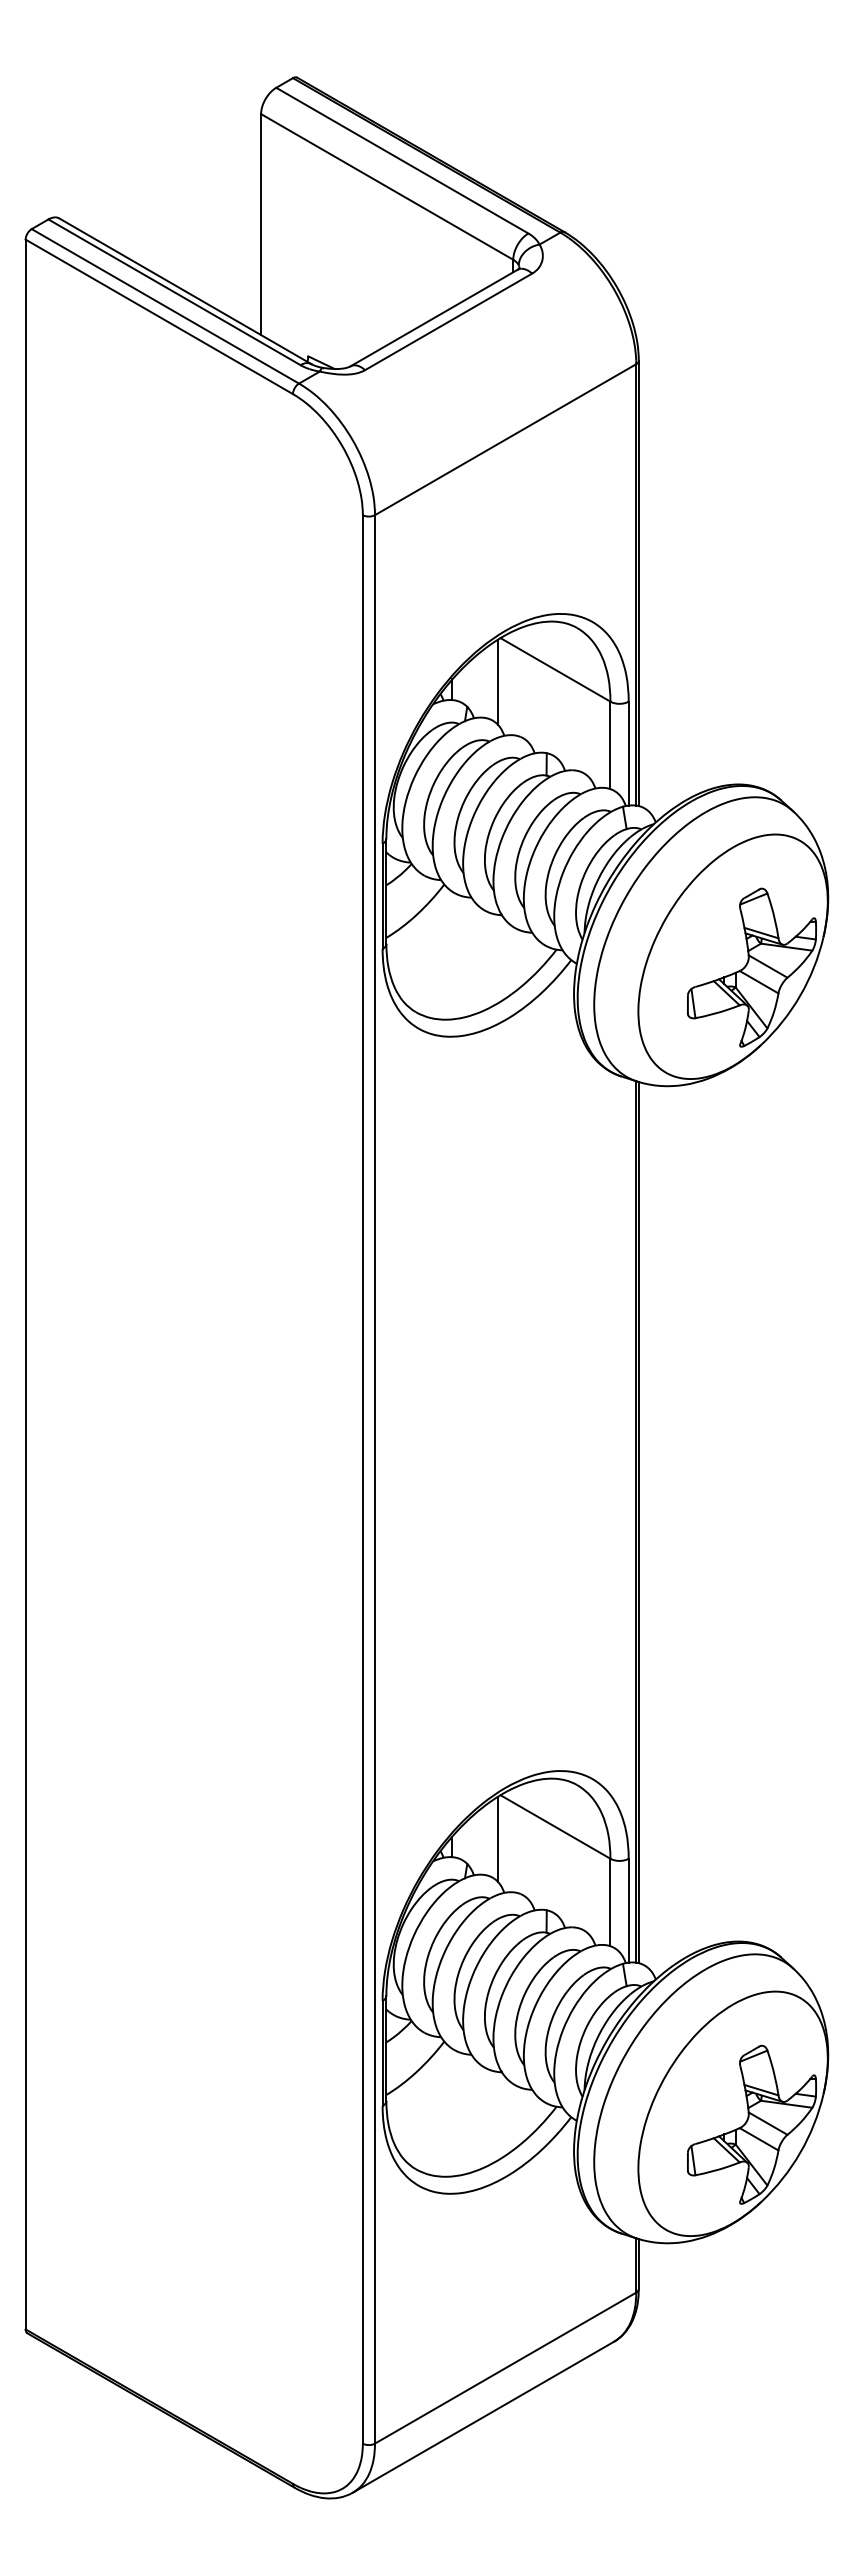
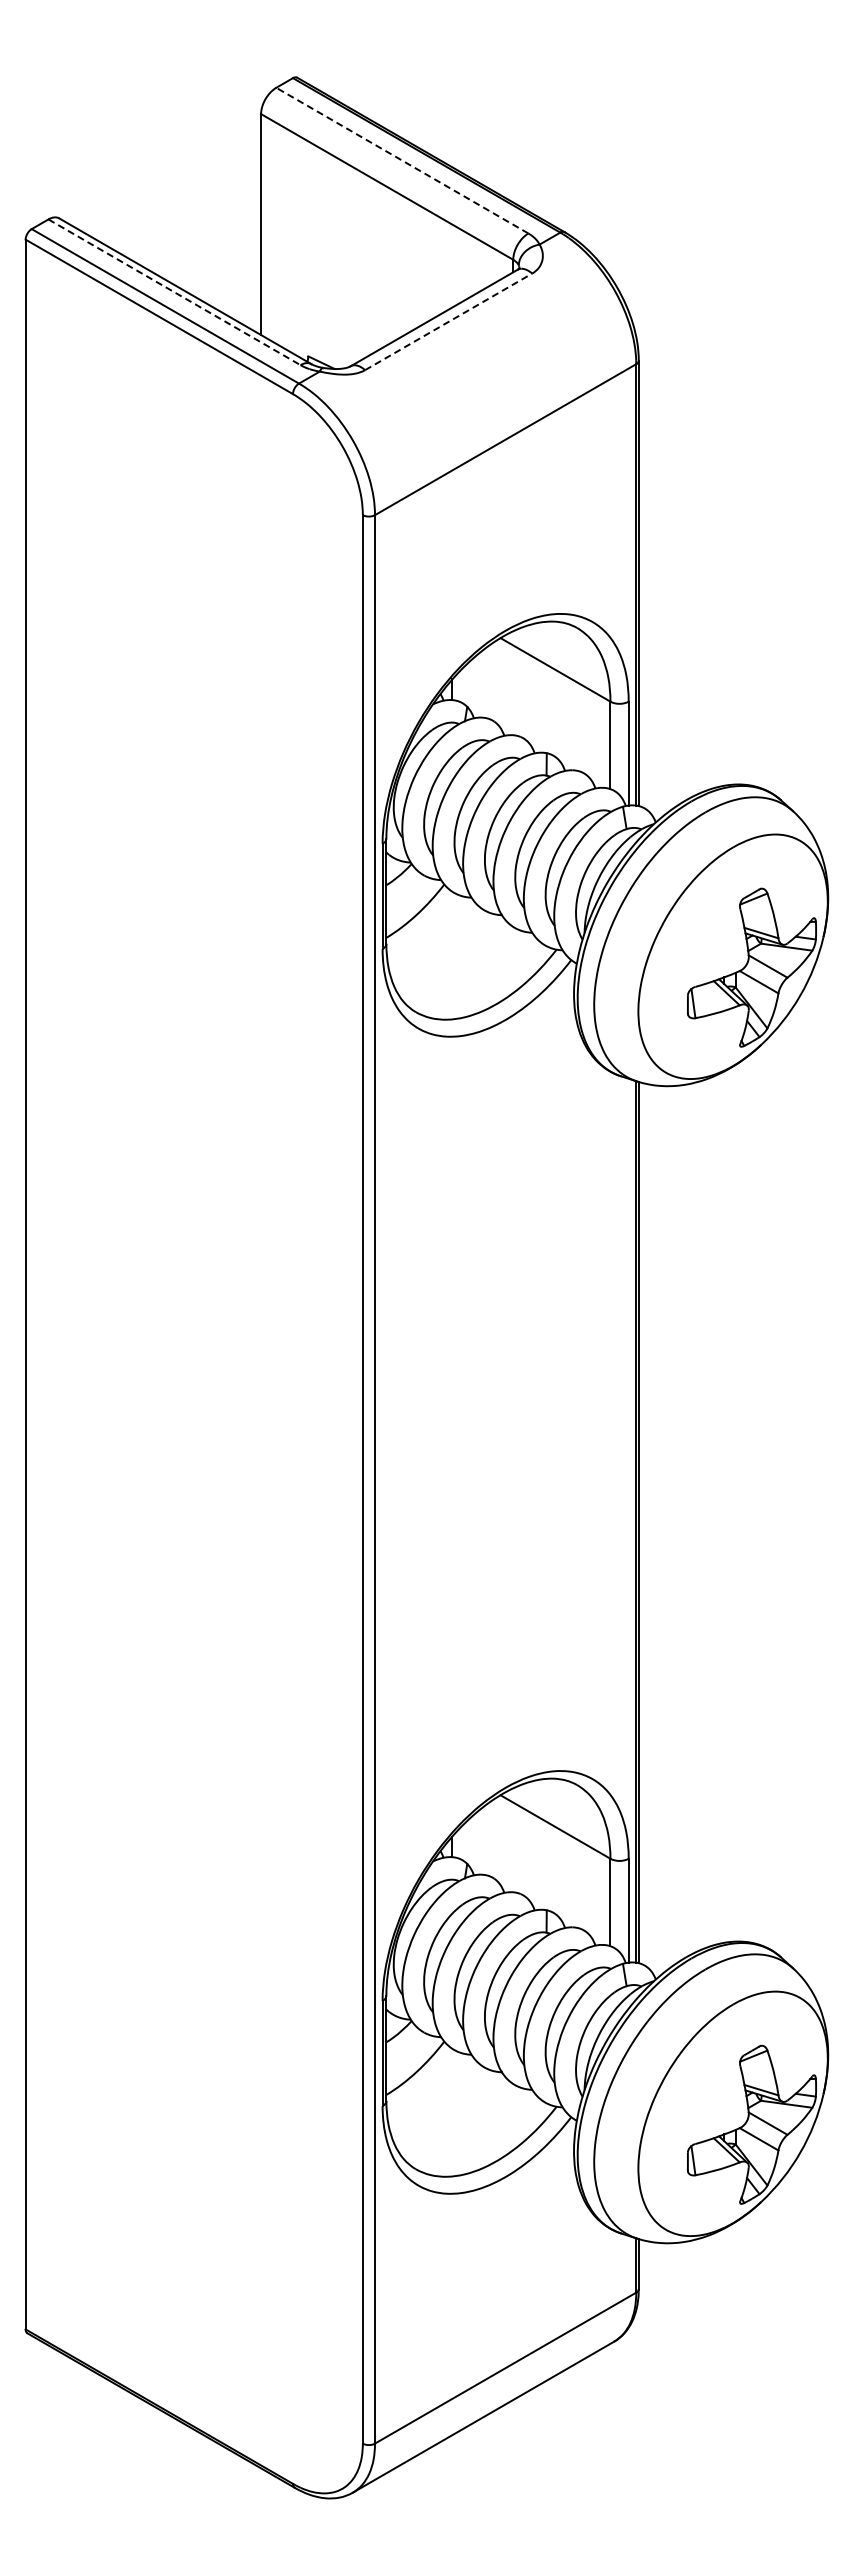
line at (402, 160): solid -> dashed
line at (174, 292): solid -> dashed
line at (448, 321): solid -> dashed
line at (498, 681): present -> none
line at (498, 1839): present -> none
